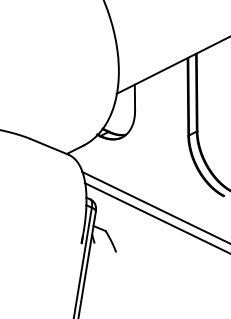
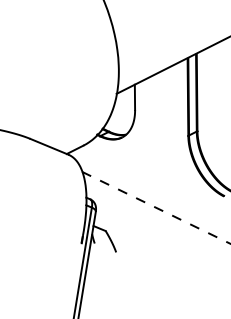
line at (156, 208): solid -> dashed
line at (155, 217): present -> none
